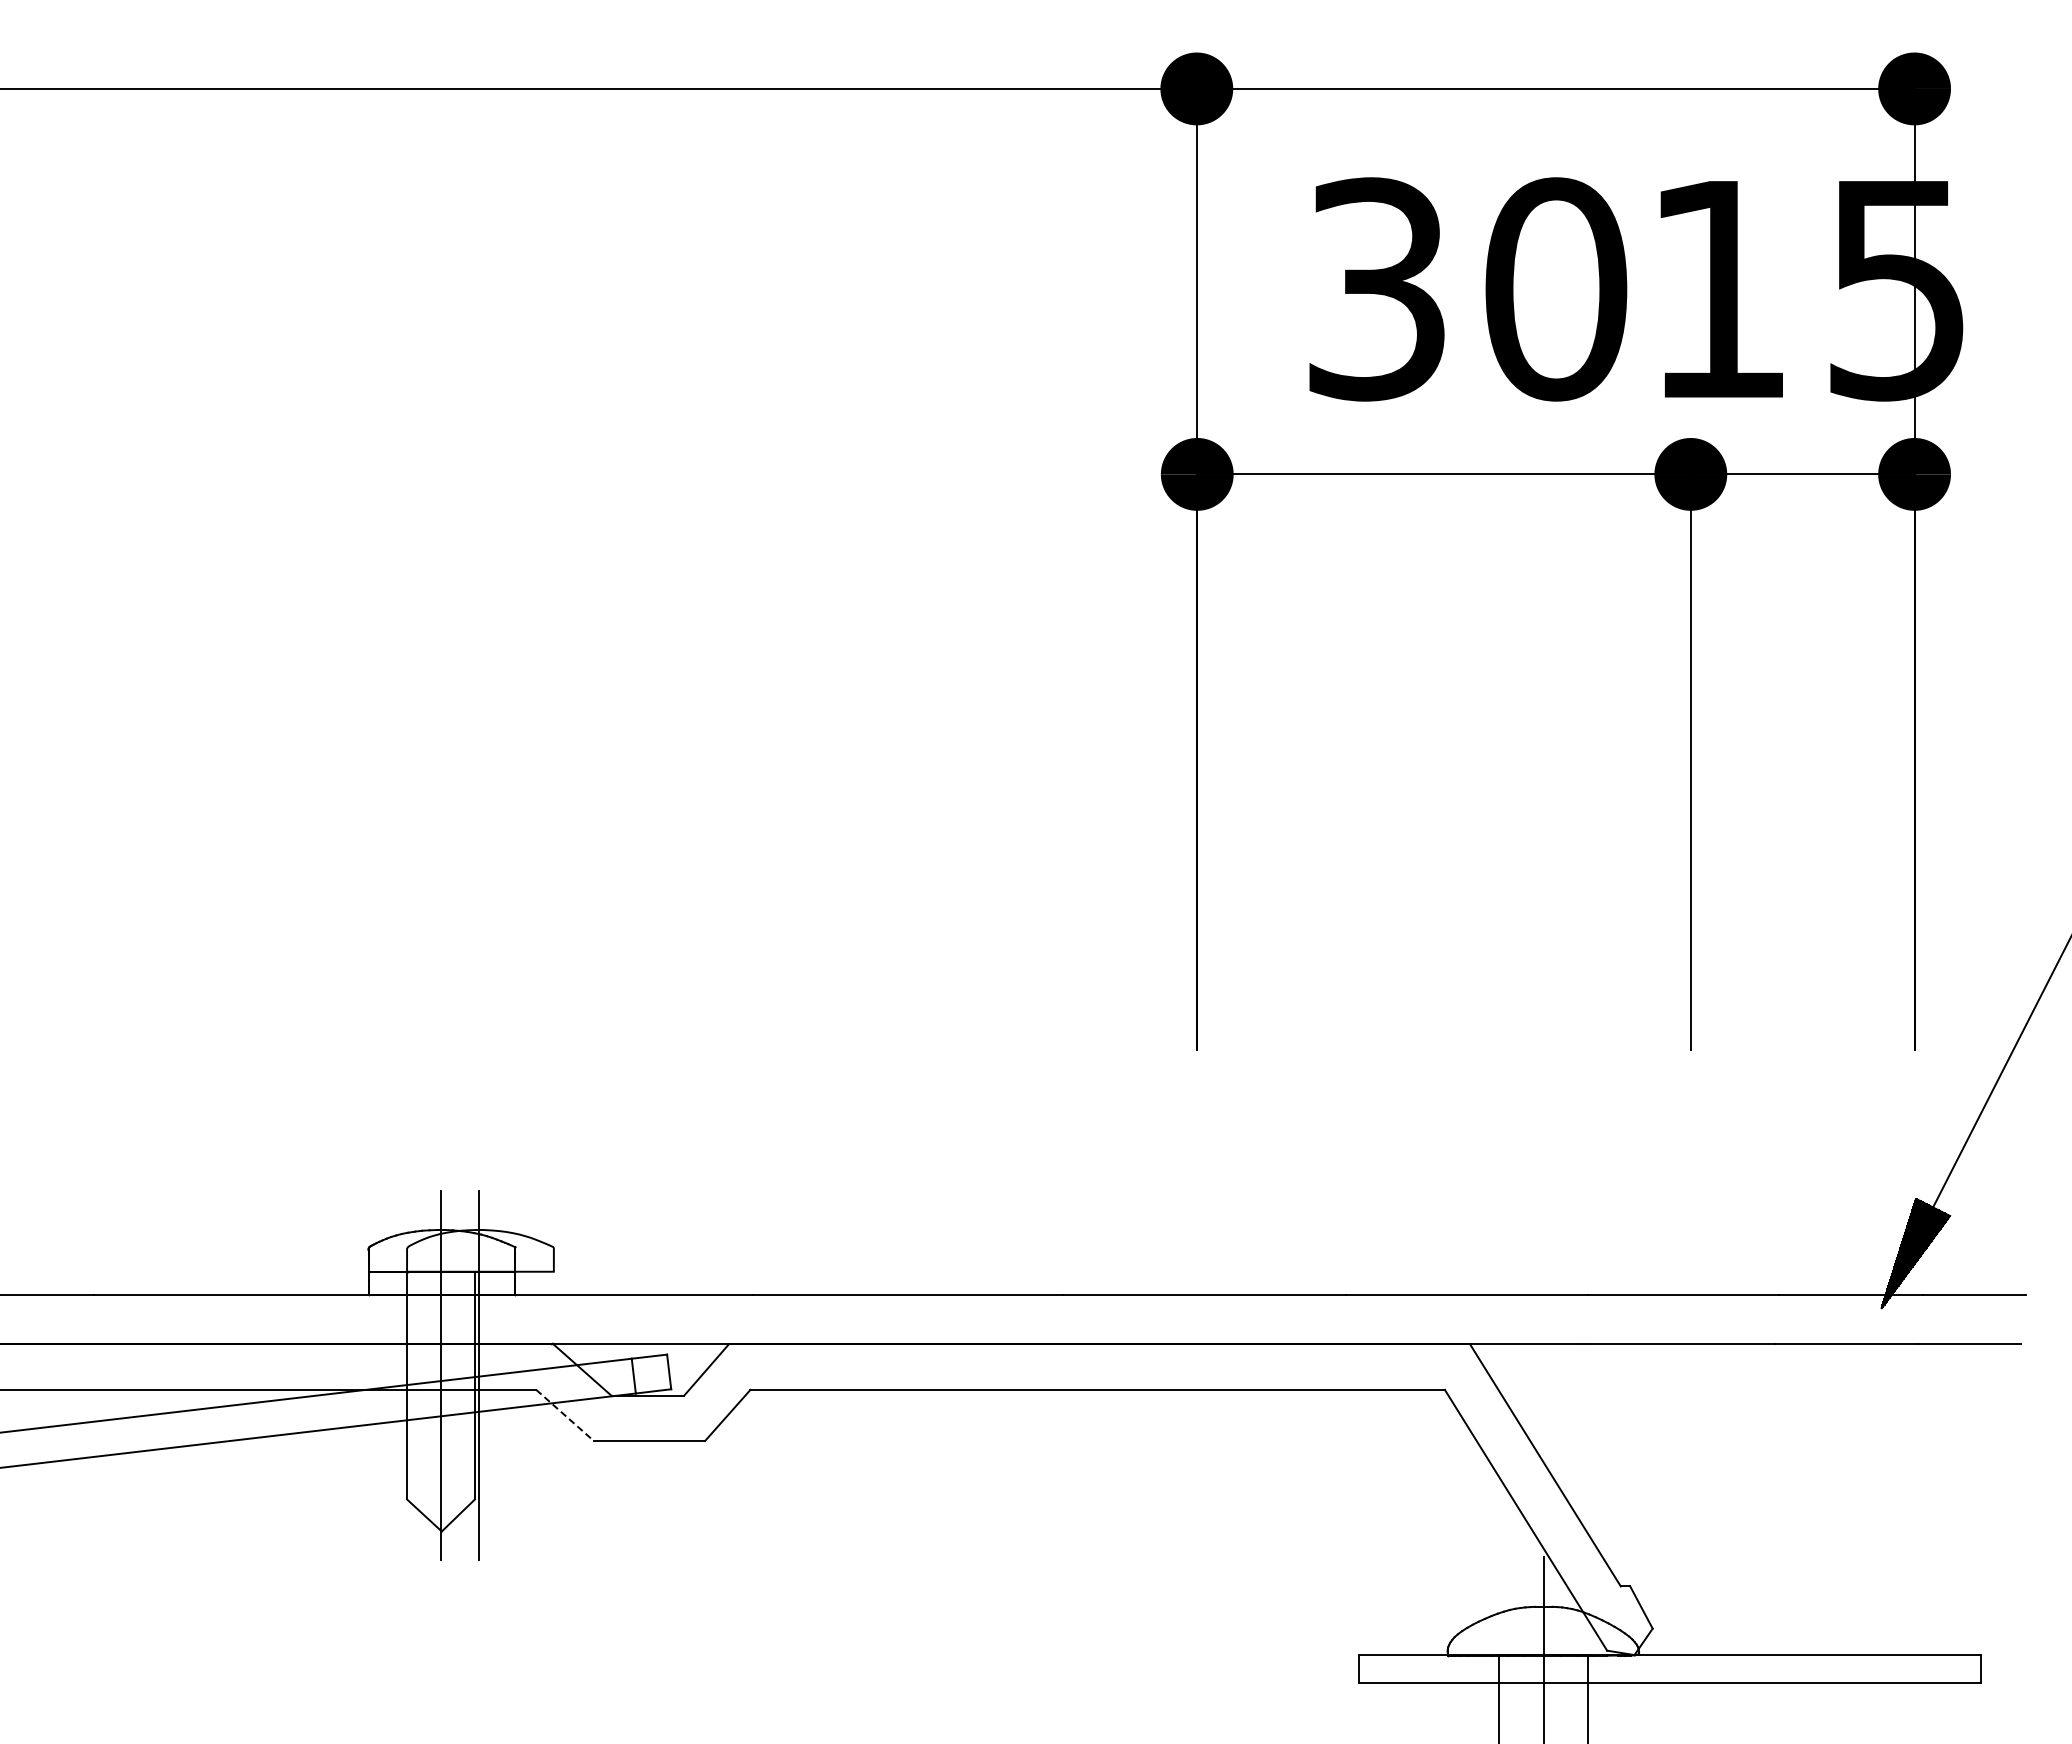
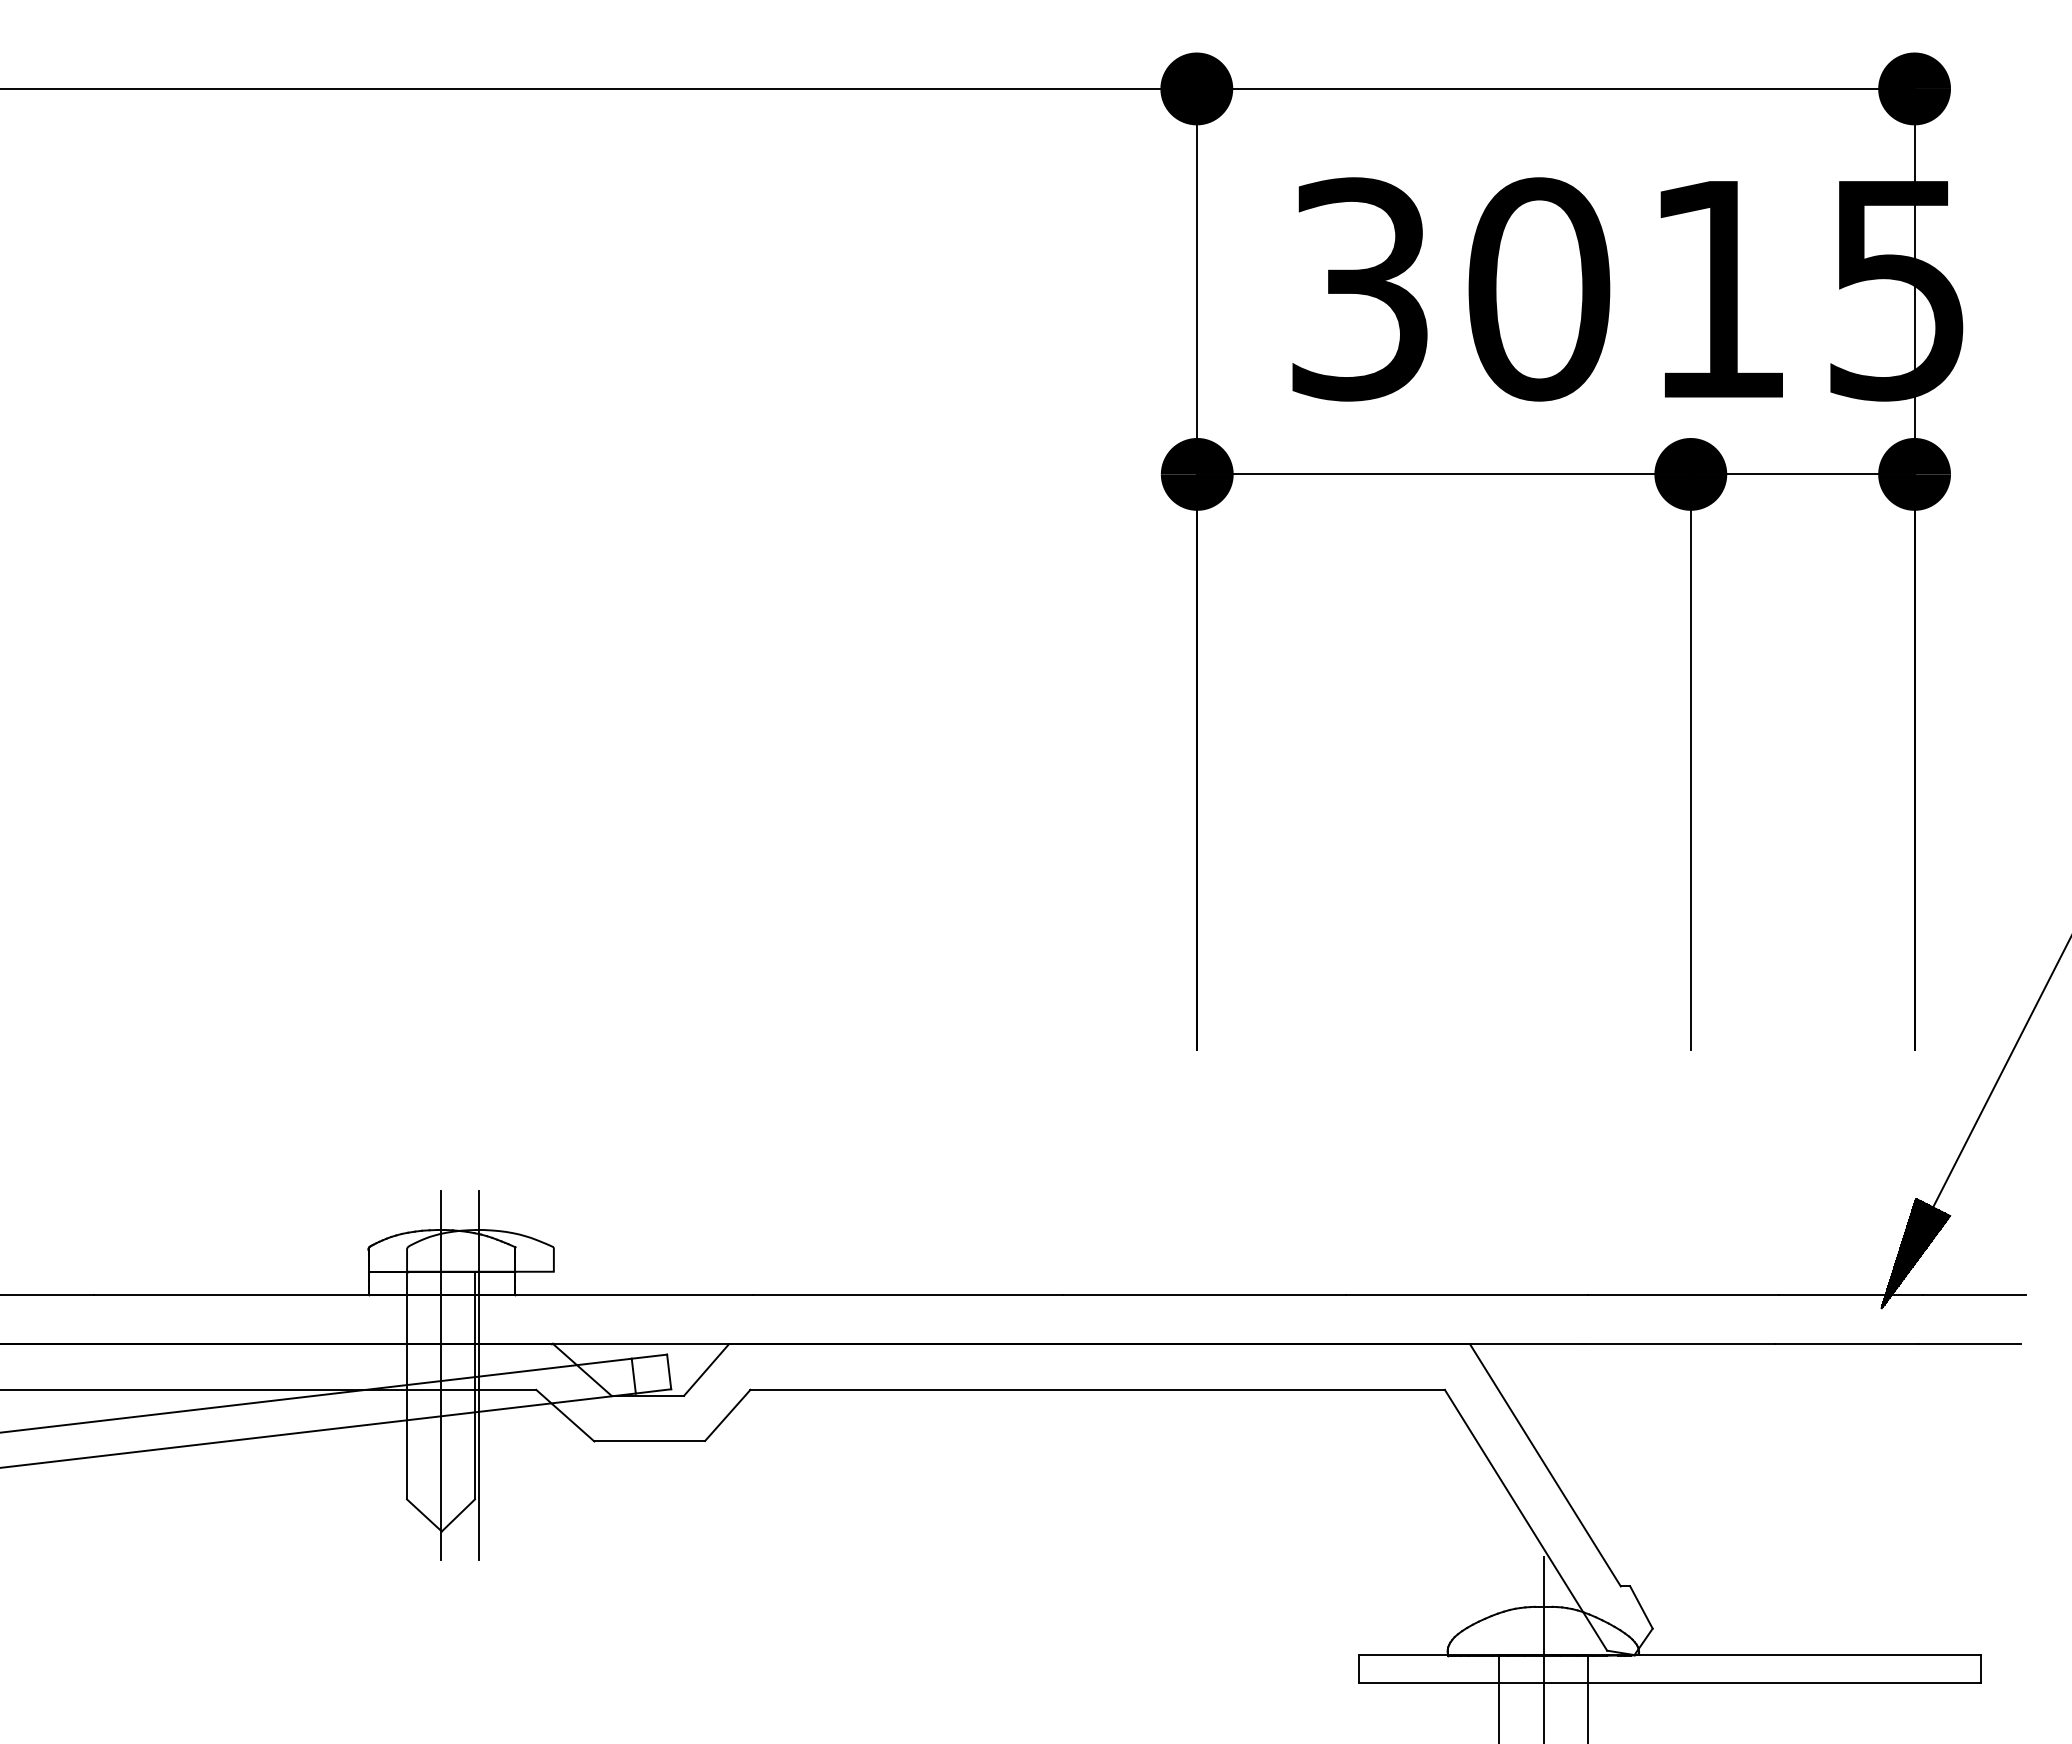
text at (1468, 289) position: (1468, 289) -> (1451, 289)
line at (565, 1415): dashed -> solid
